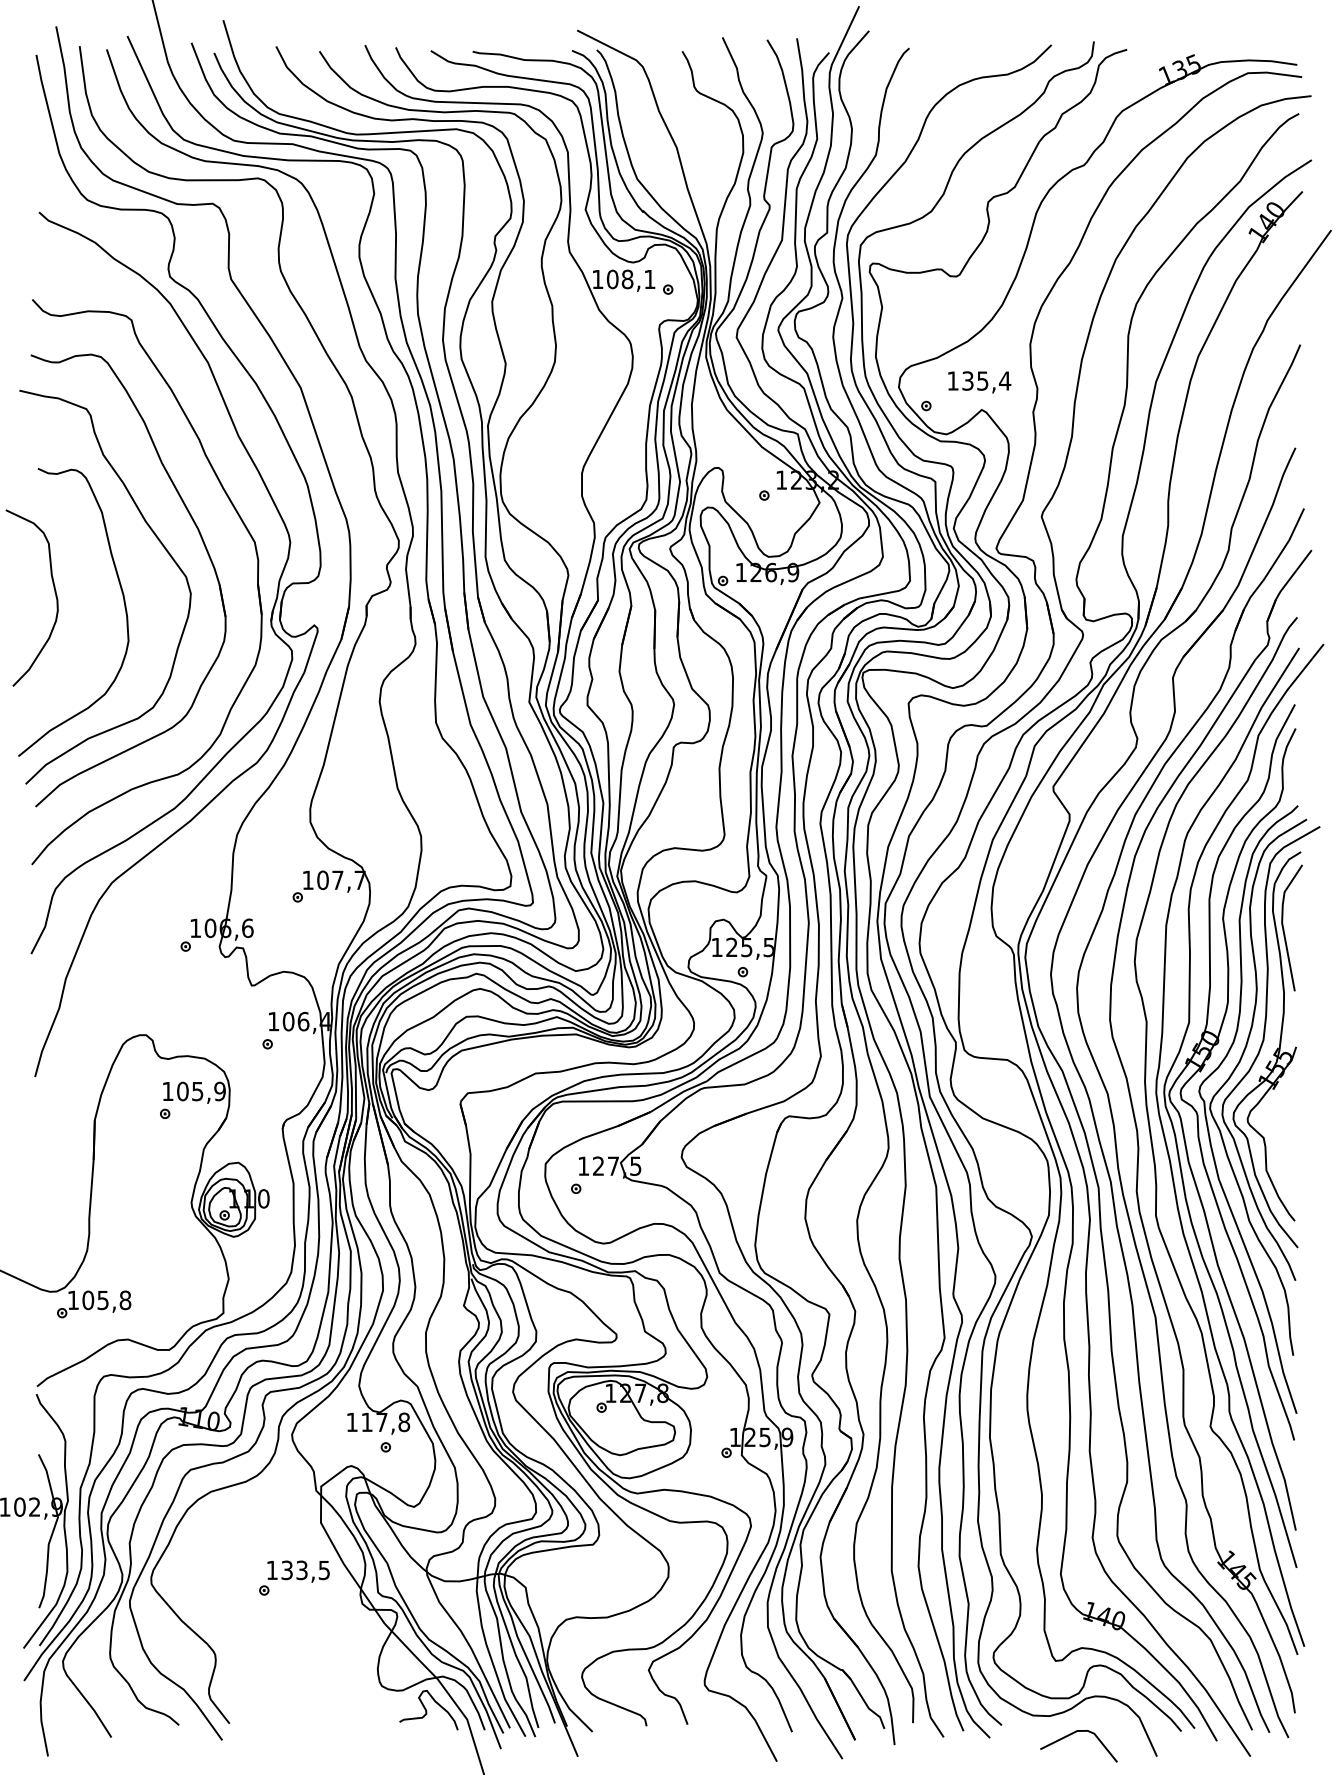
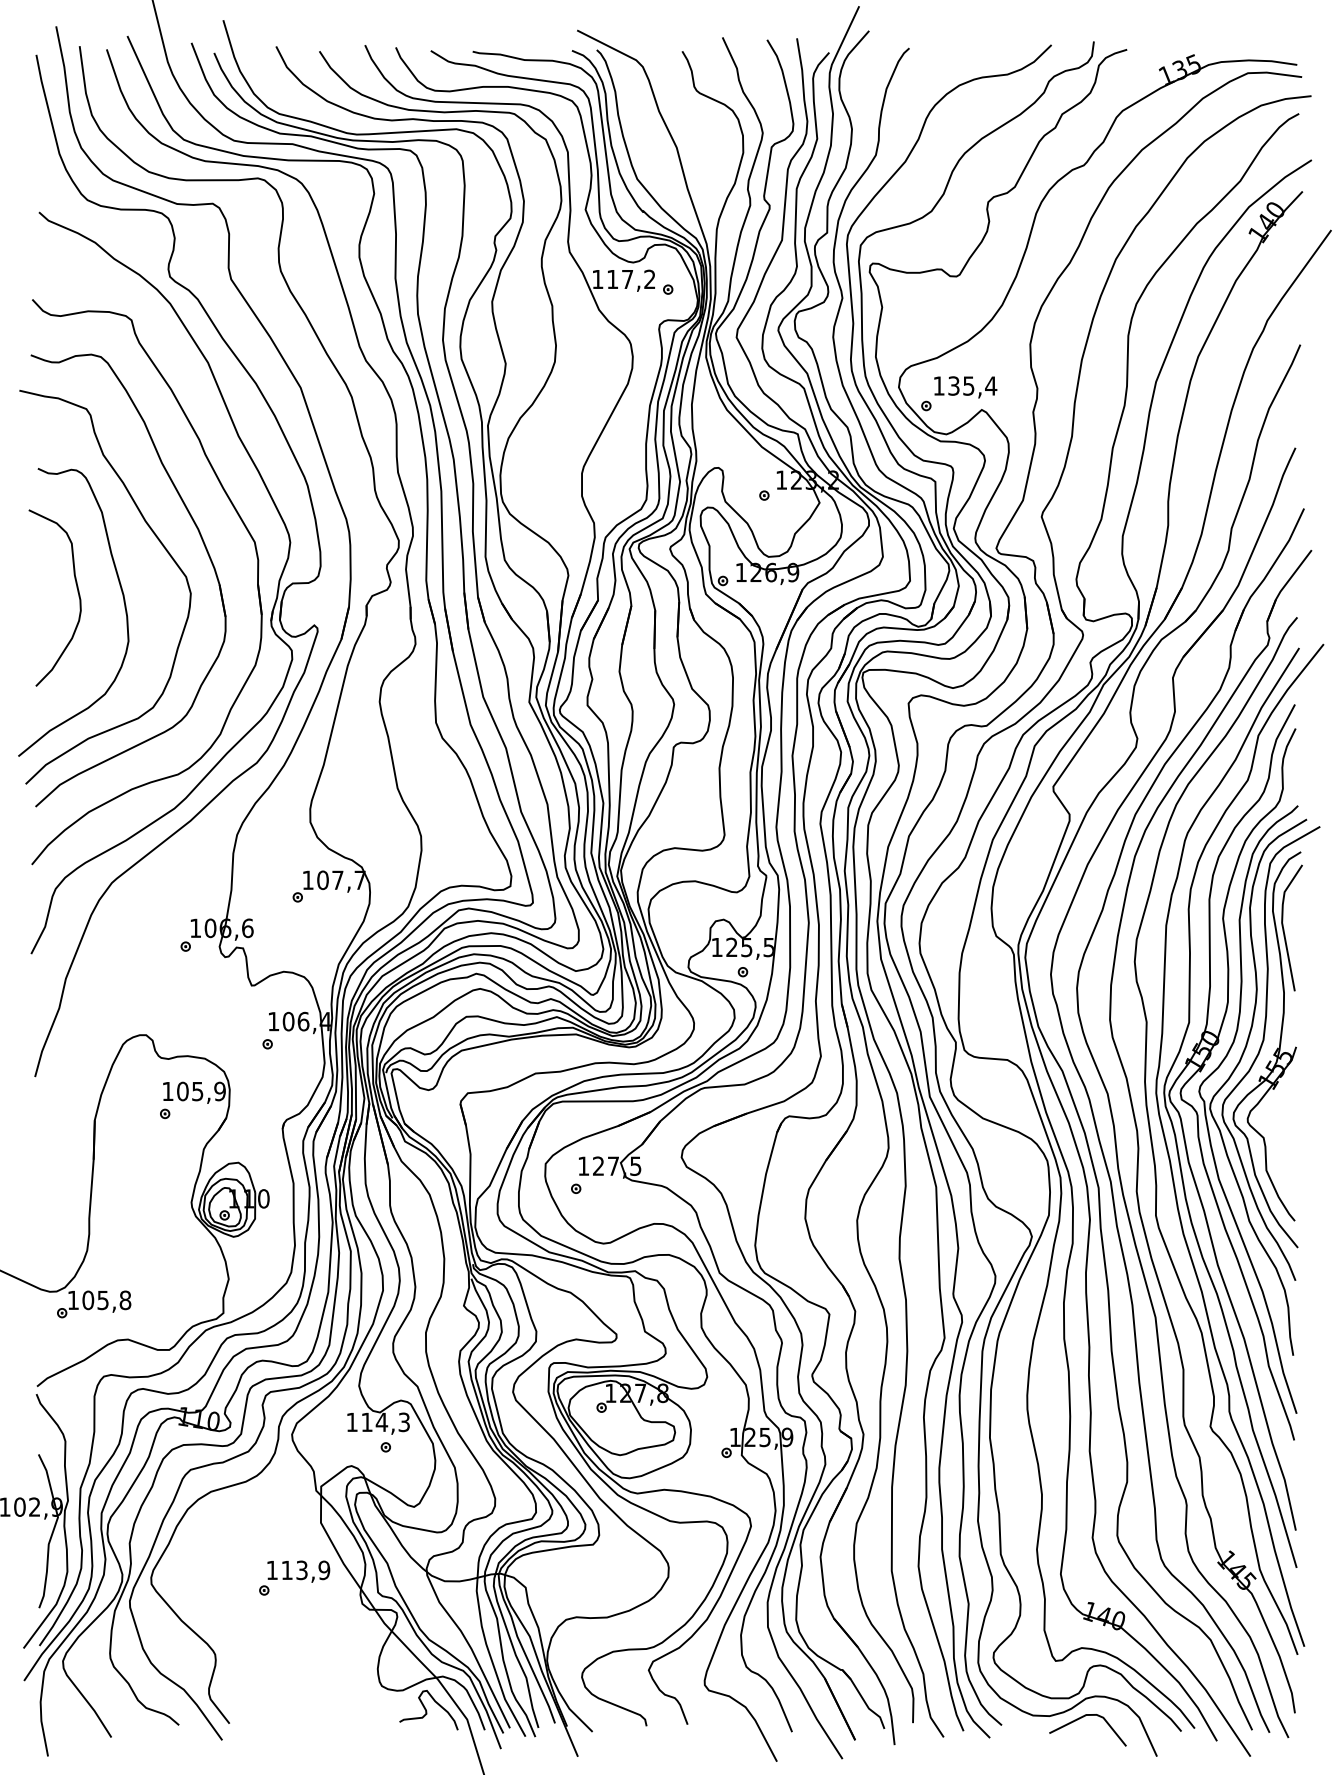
text at (630, 279): 108,1 -> 117,2
text at (979, 382) position: (979, 382) -> (965, 387)
curve at (54, 592) position: (54, 592) -> (77, 592)
text at (392, 1422): 117,8 -> 114,3
text at (305, 1570): 133,5 -> 113,9
line at (1072, 1734) position: (1072, 1734) -> (1081, 1718)
